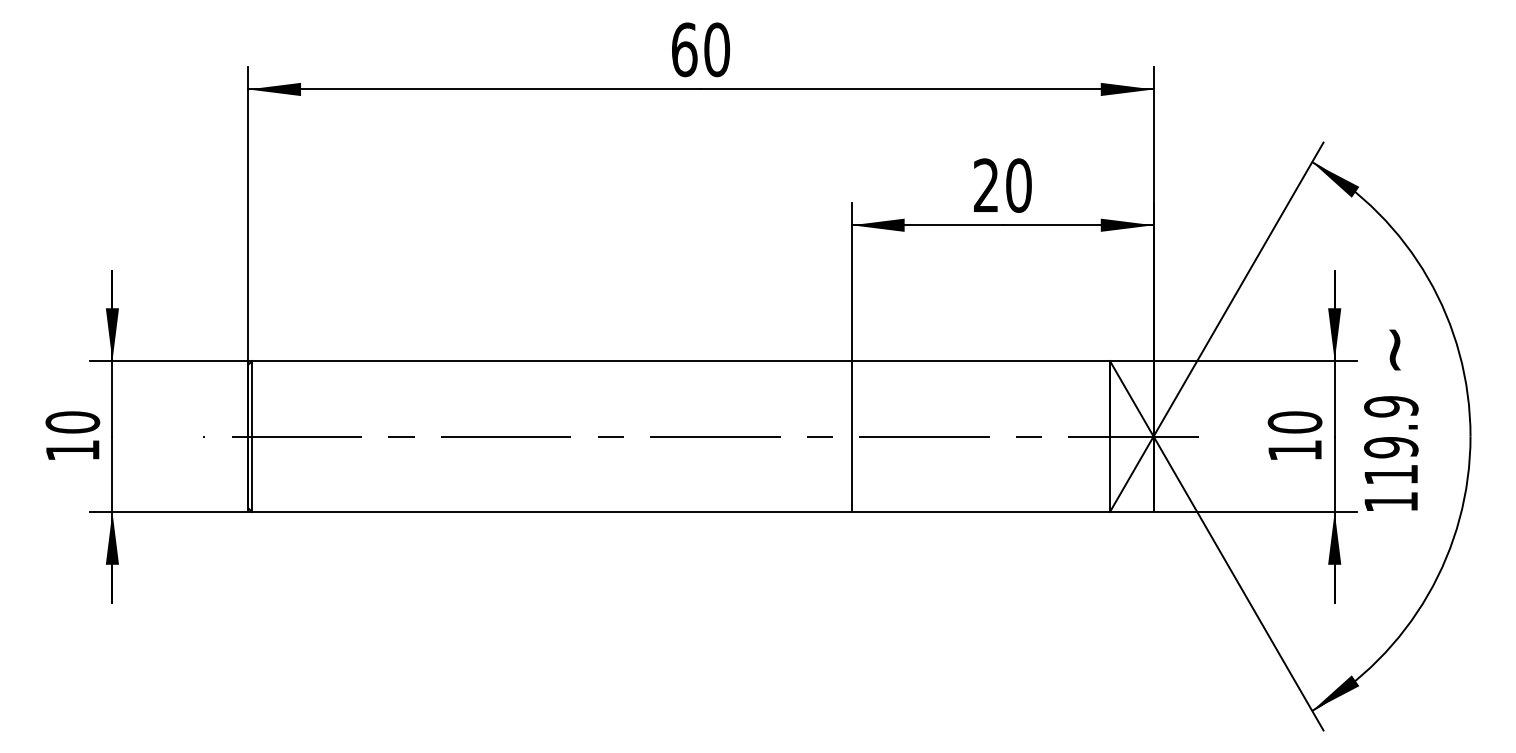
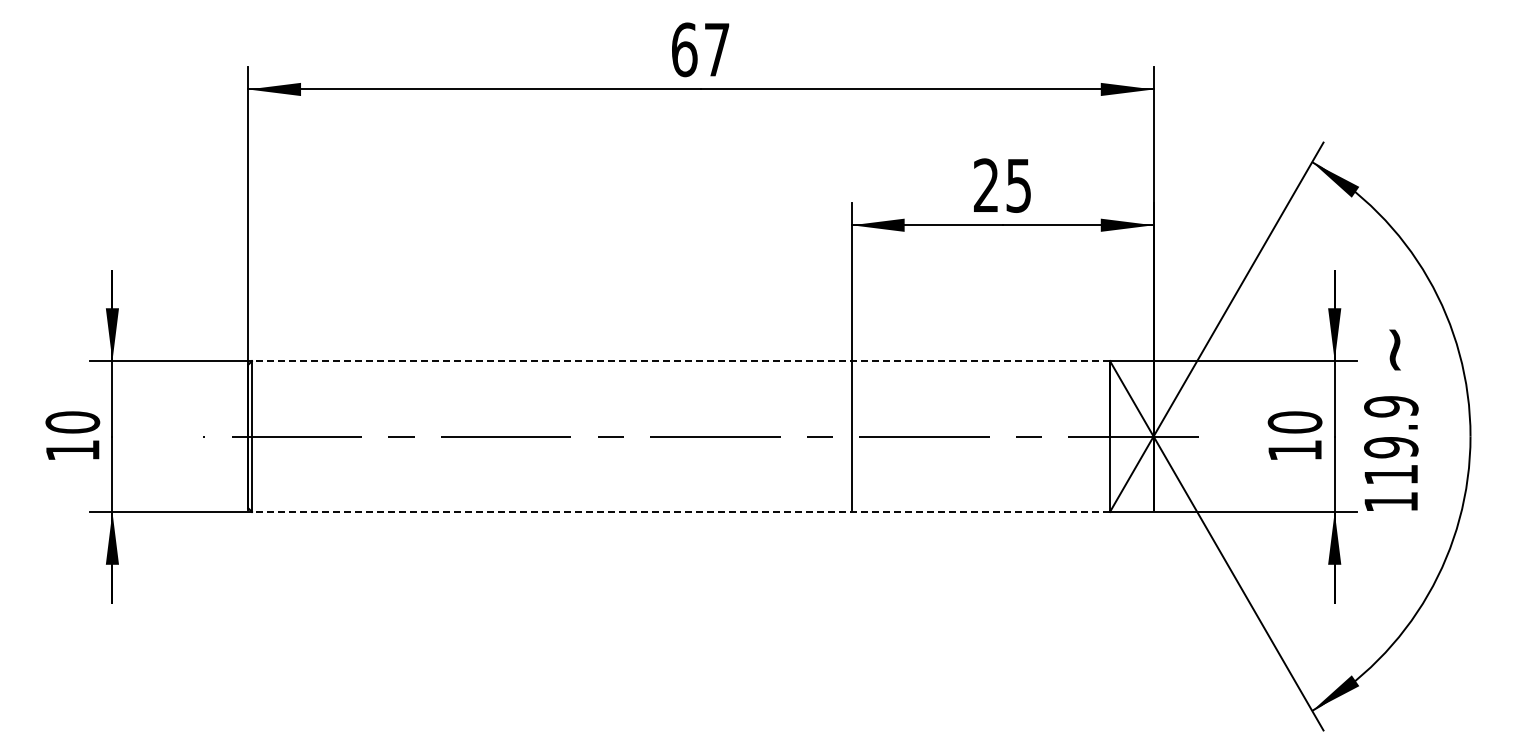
text at (717, 49): 60 -> 67
text at (1018, 185): 20 -> 25
line at (680, 361): solid -> dashed
line at (680, 511): solid -> dashed
